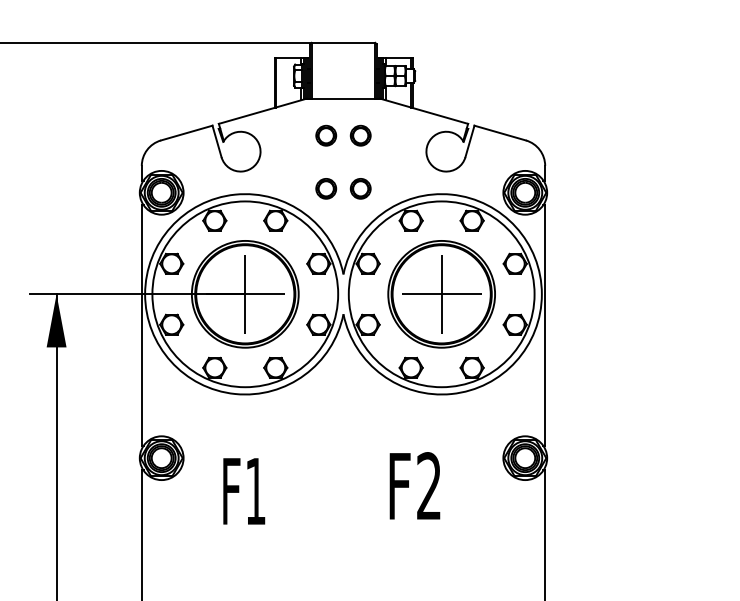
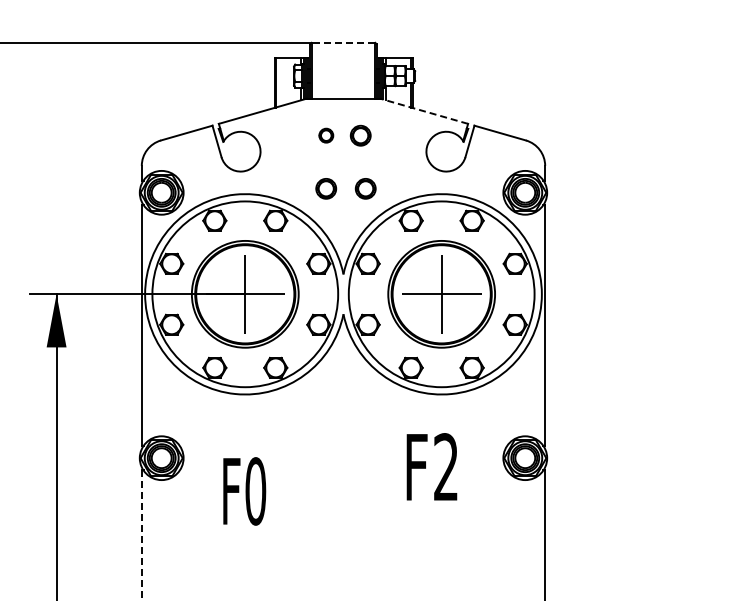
line at (343, 42): solid -> dashed
line at (424, 111): solid -> dashed
part at (326, 135) size: 23x23 px -> 17x17 px
part at (360, 188) position: (360, 188) -> (365, 188)
text at (414, 485) position: (414, 485) -> (431, 466)
text at (255, 491): F1 -> F0
line at (141, 535): solid -> dashed
